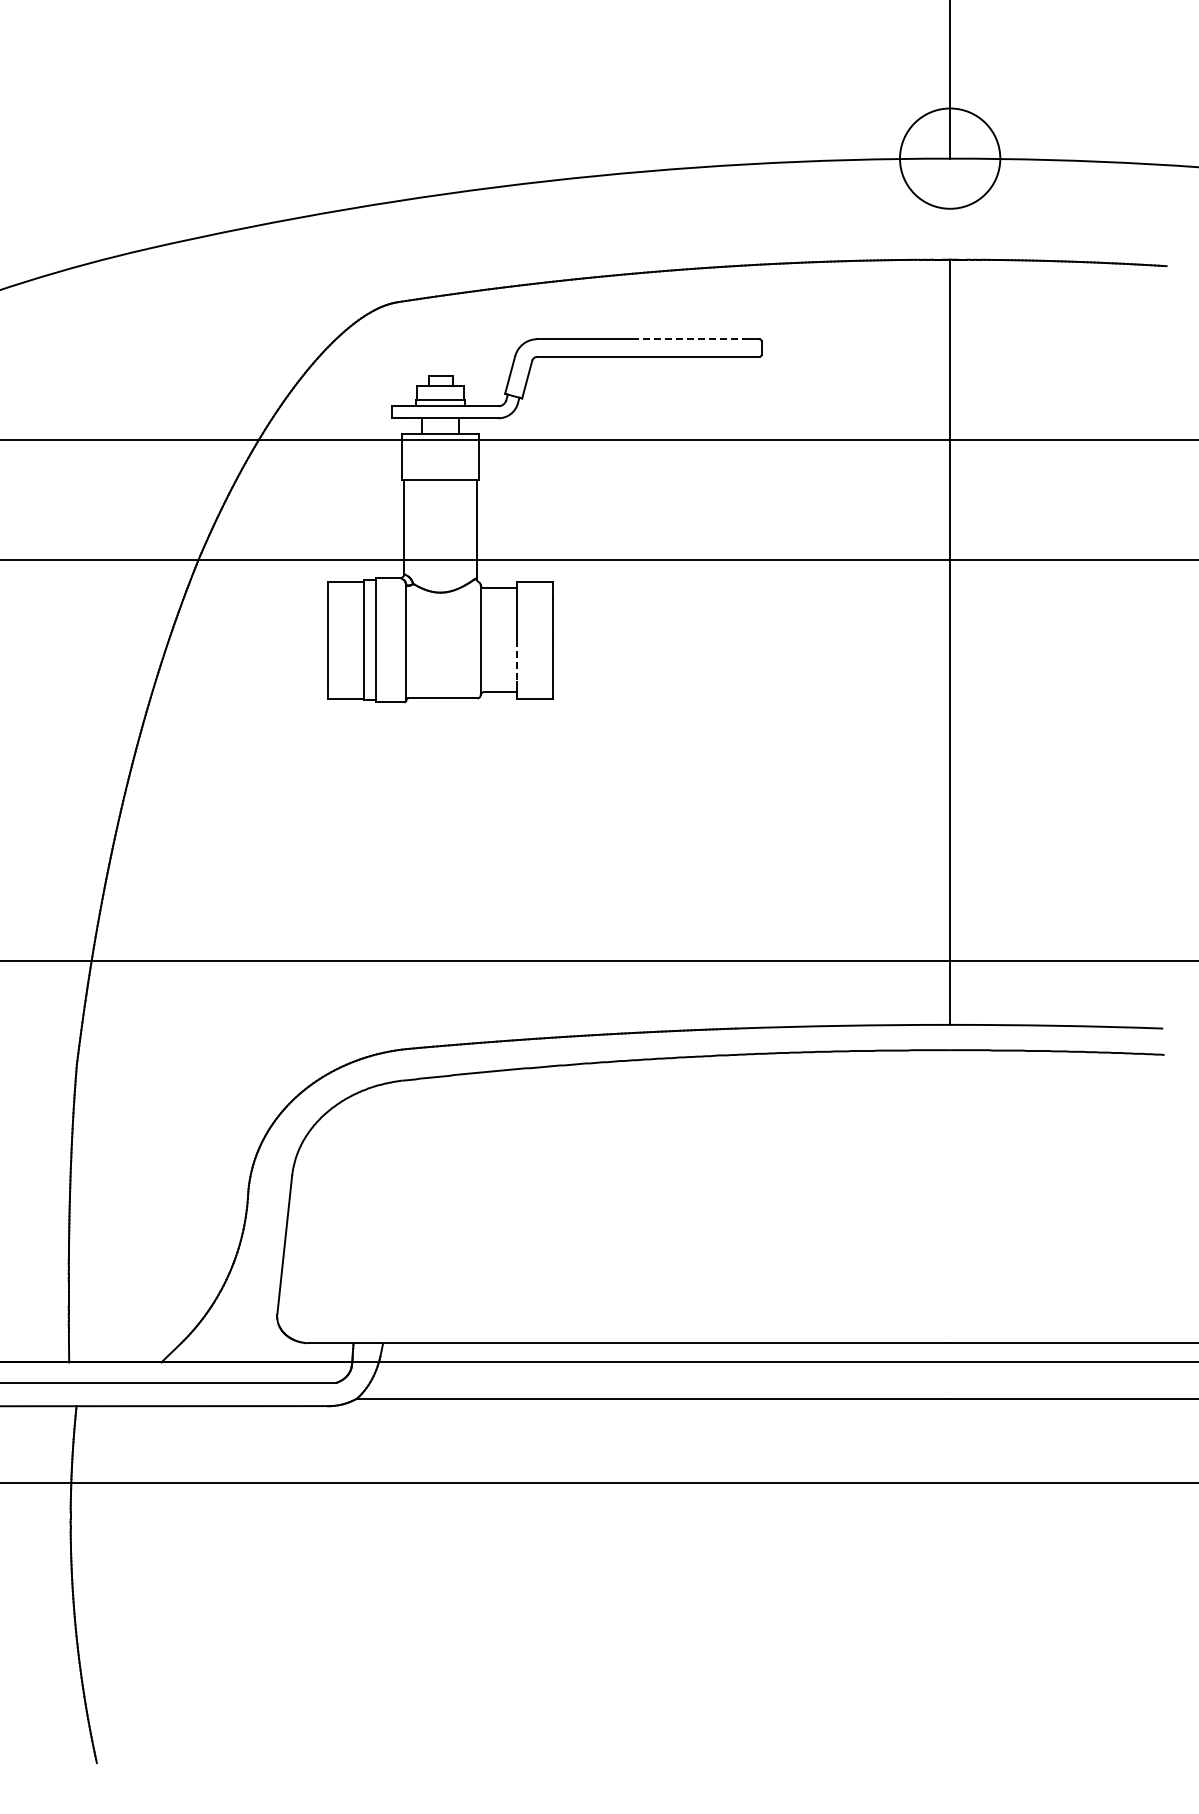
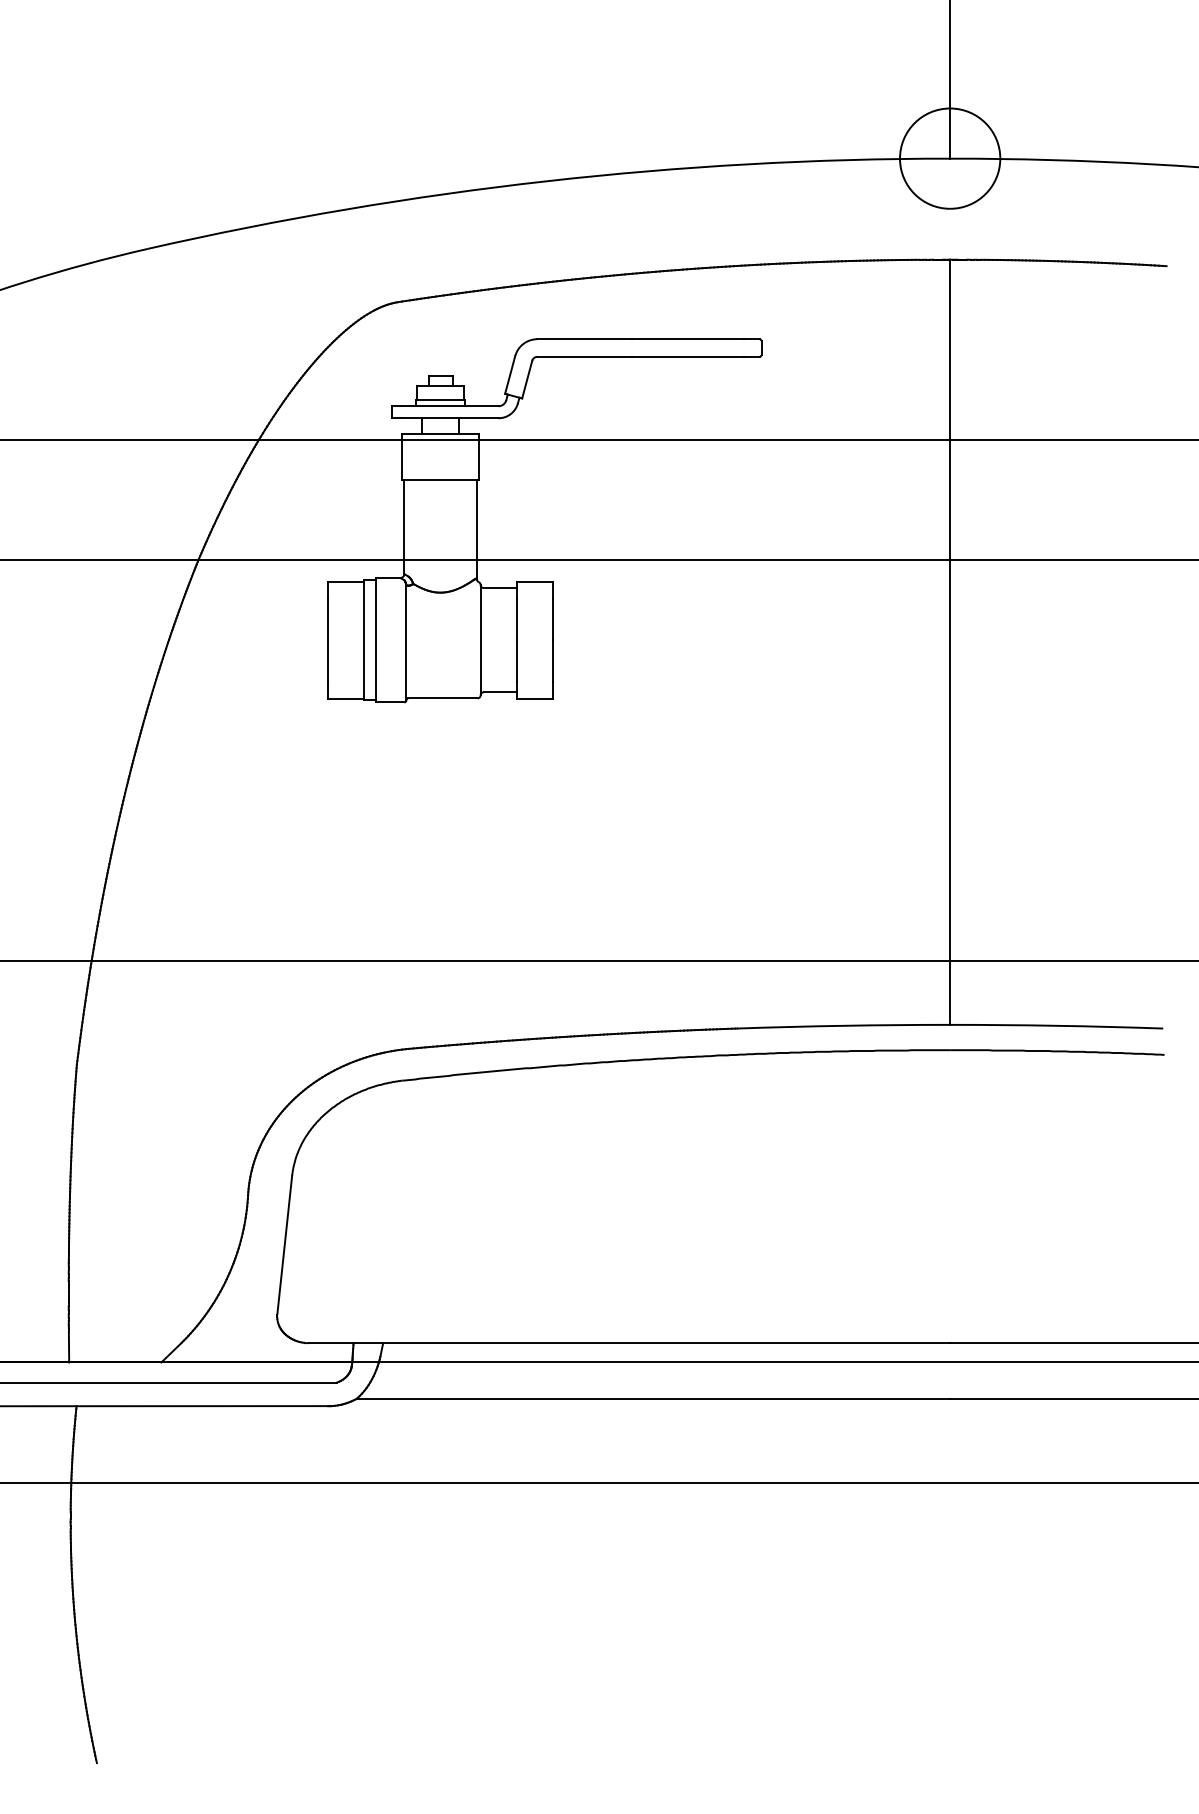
line at (688, 339): dashed -> solid
line at (516, 660): dashed -> solid
